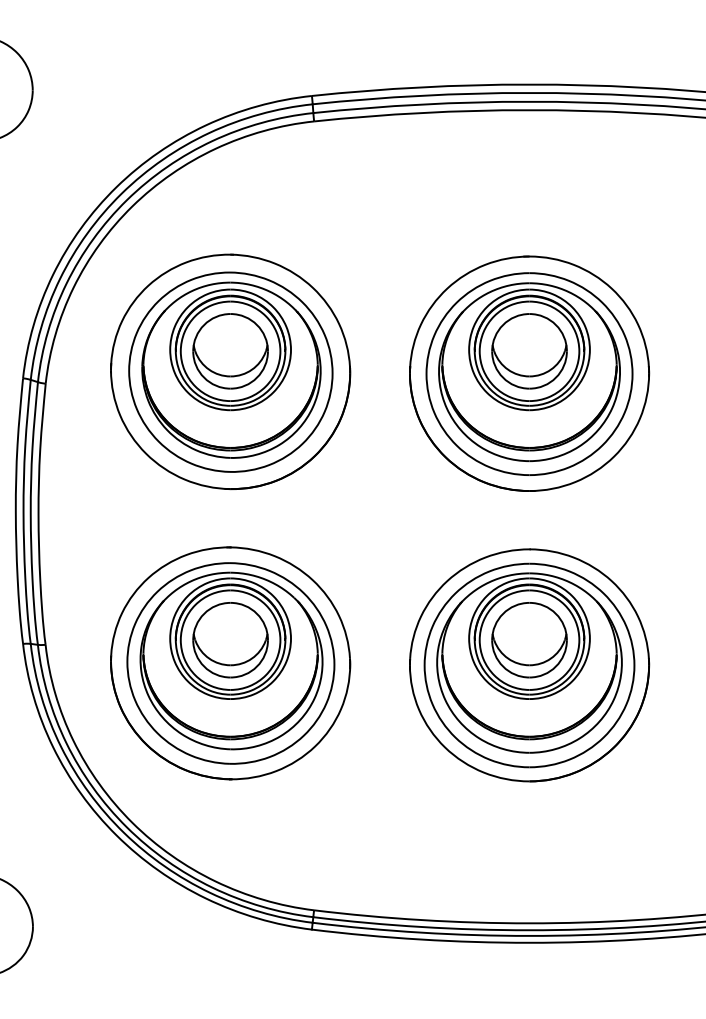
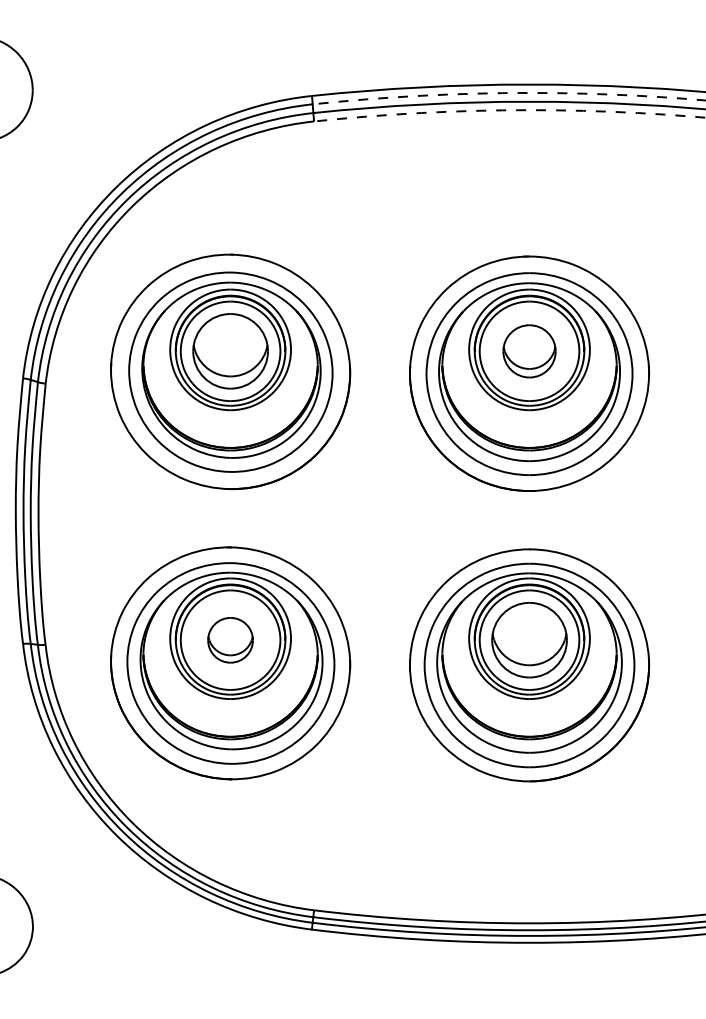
arc at (508, 93): solid -> dashed
arc at (509, 110): solid -> dashed
part at (529, 351) size: 77x77 px -> 55x55 px
part at (230, 640) size: 77x77 px -> 47x47 px
